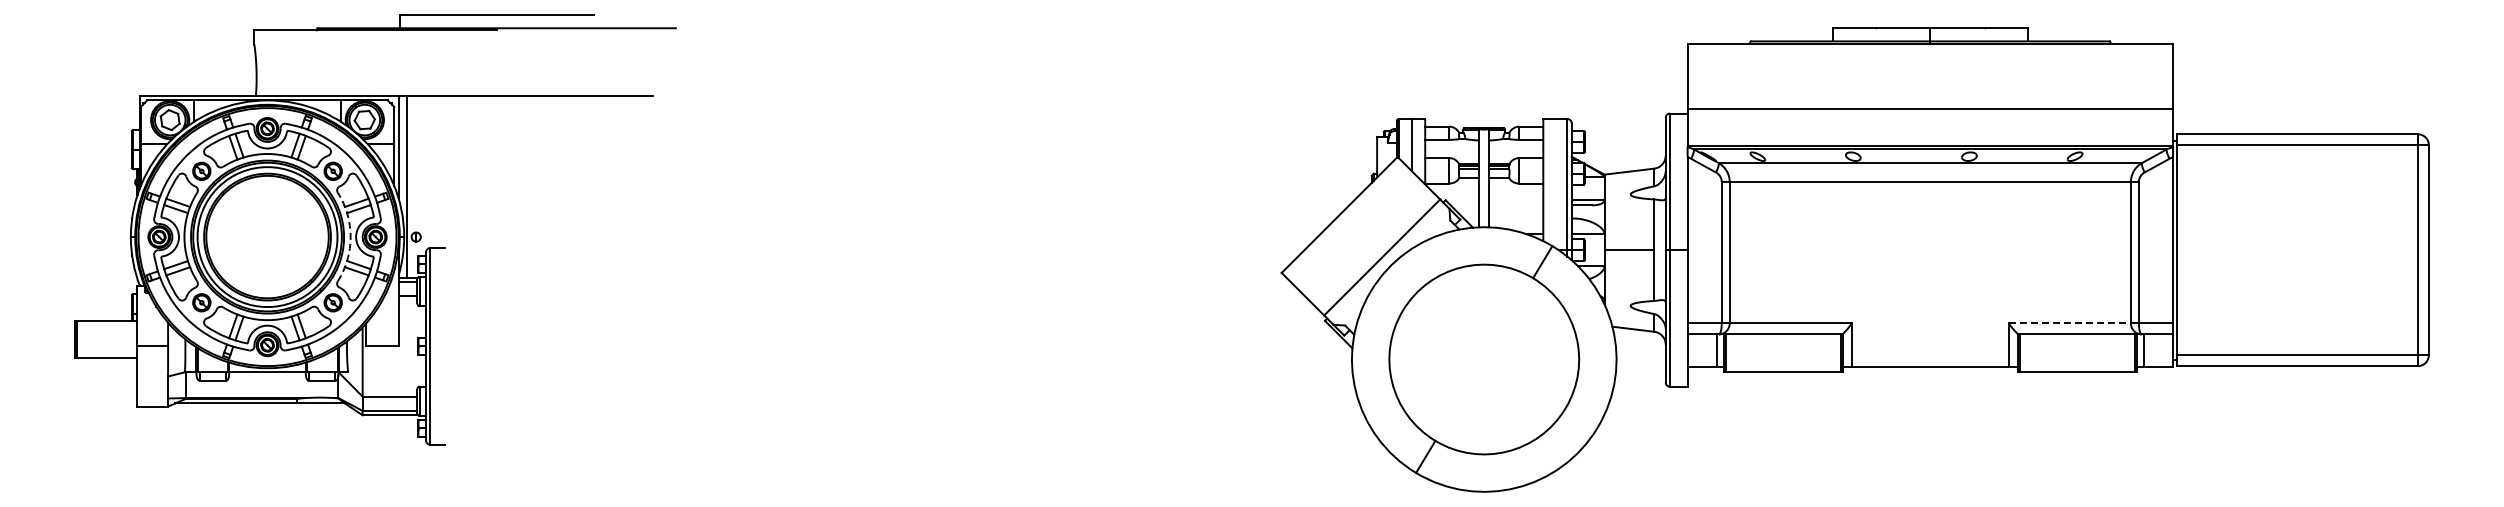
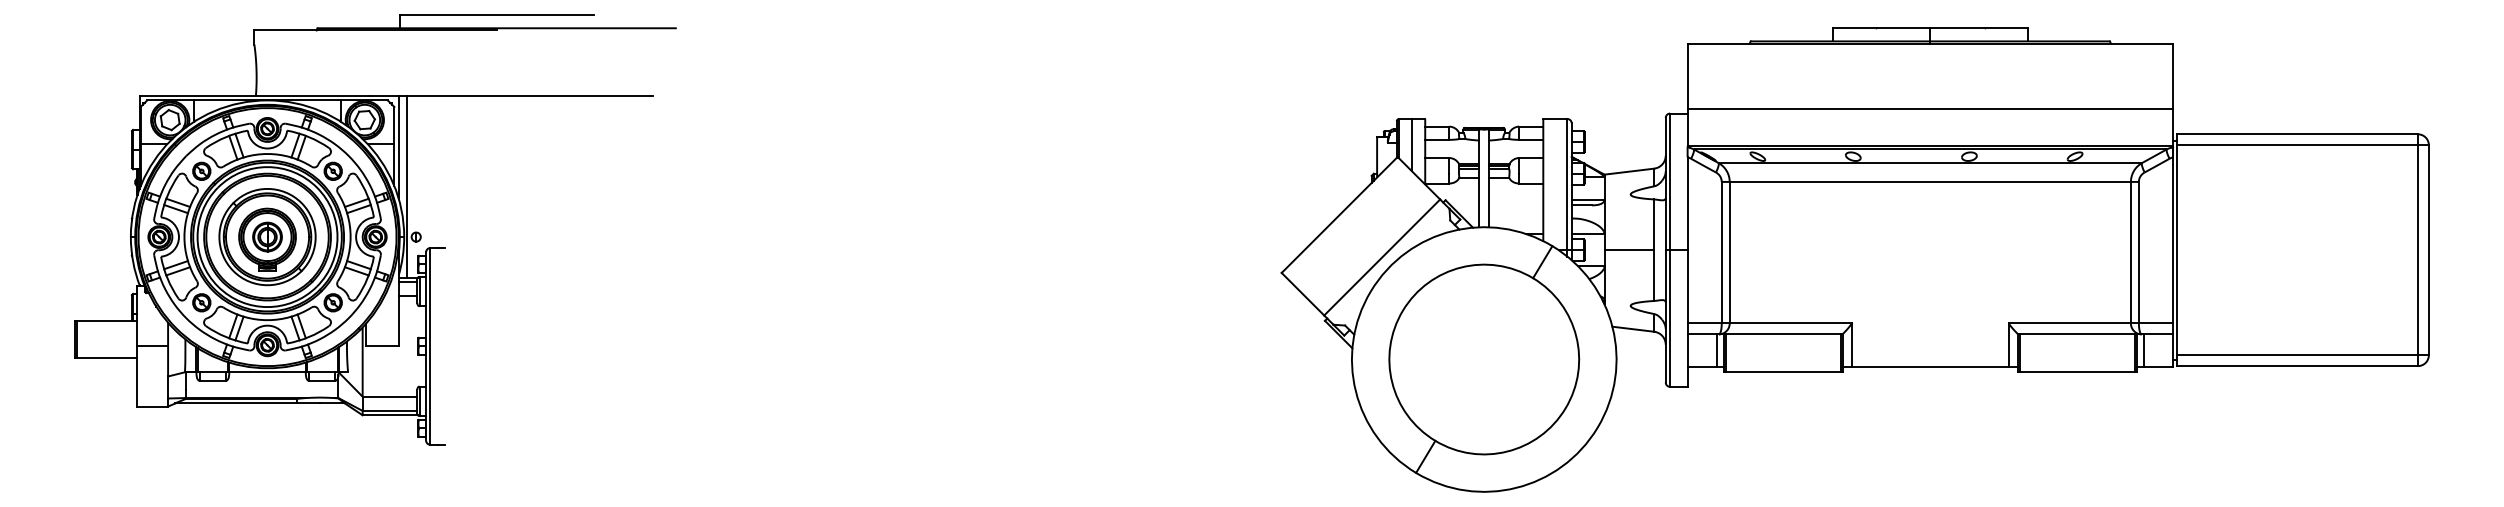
part at (267, 237): none -> present
arc at (350, 237): dashed -> solid
line at (2070, 323): dashed -> solid
